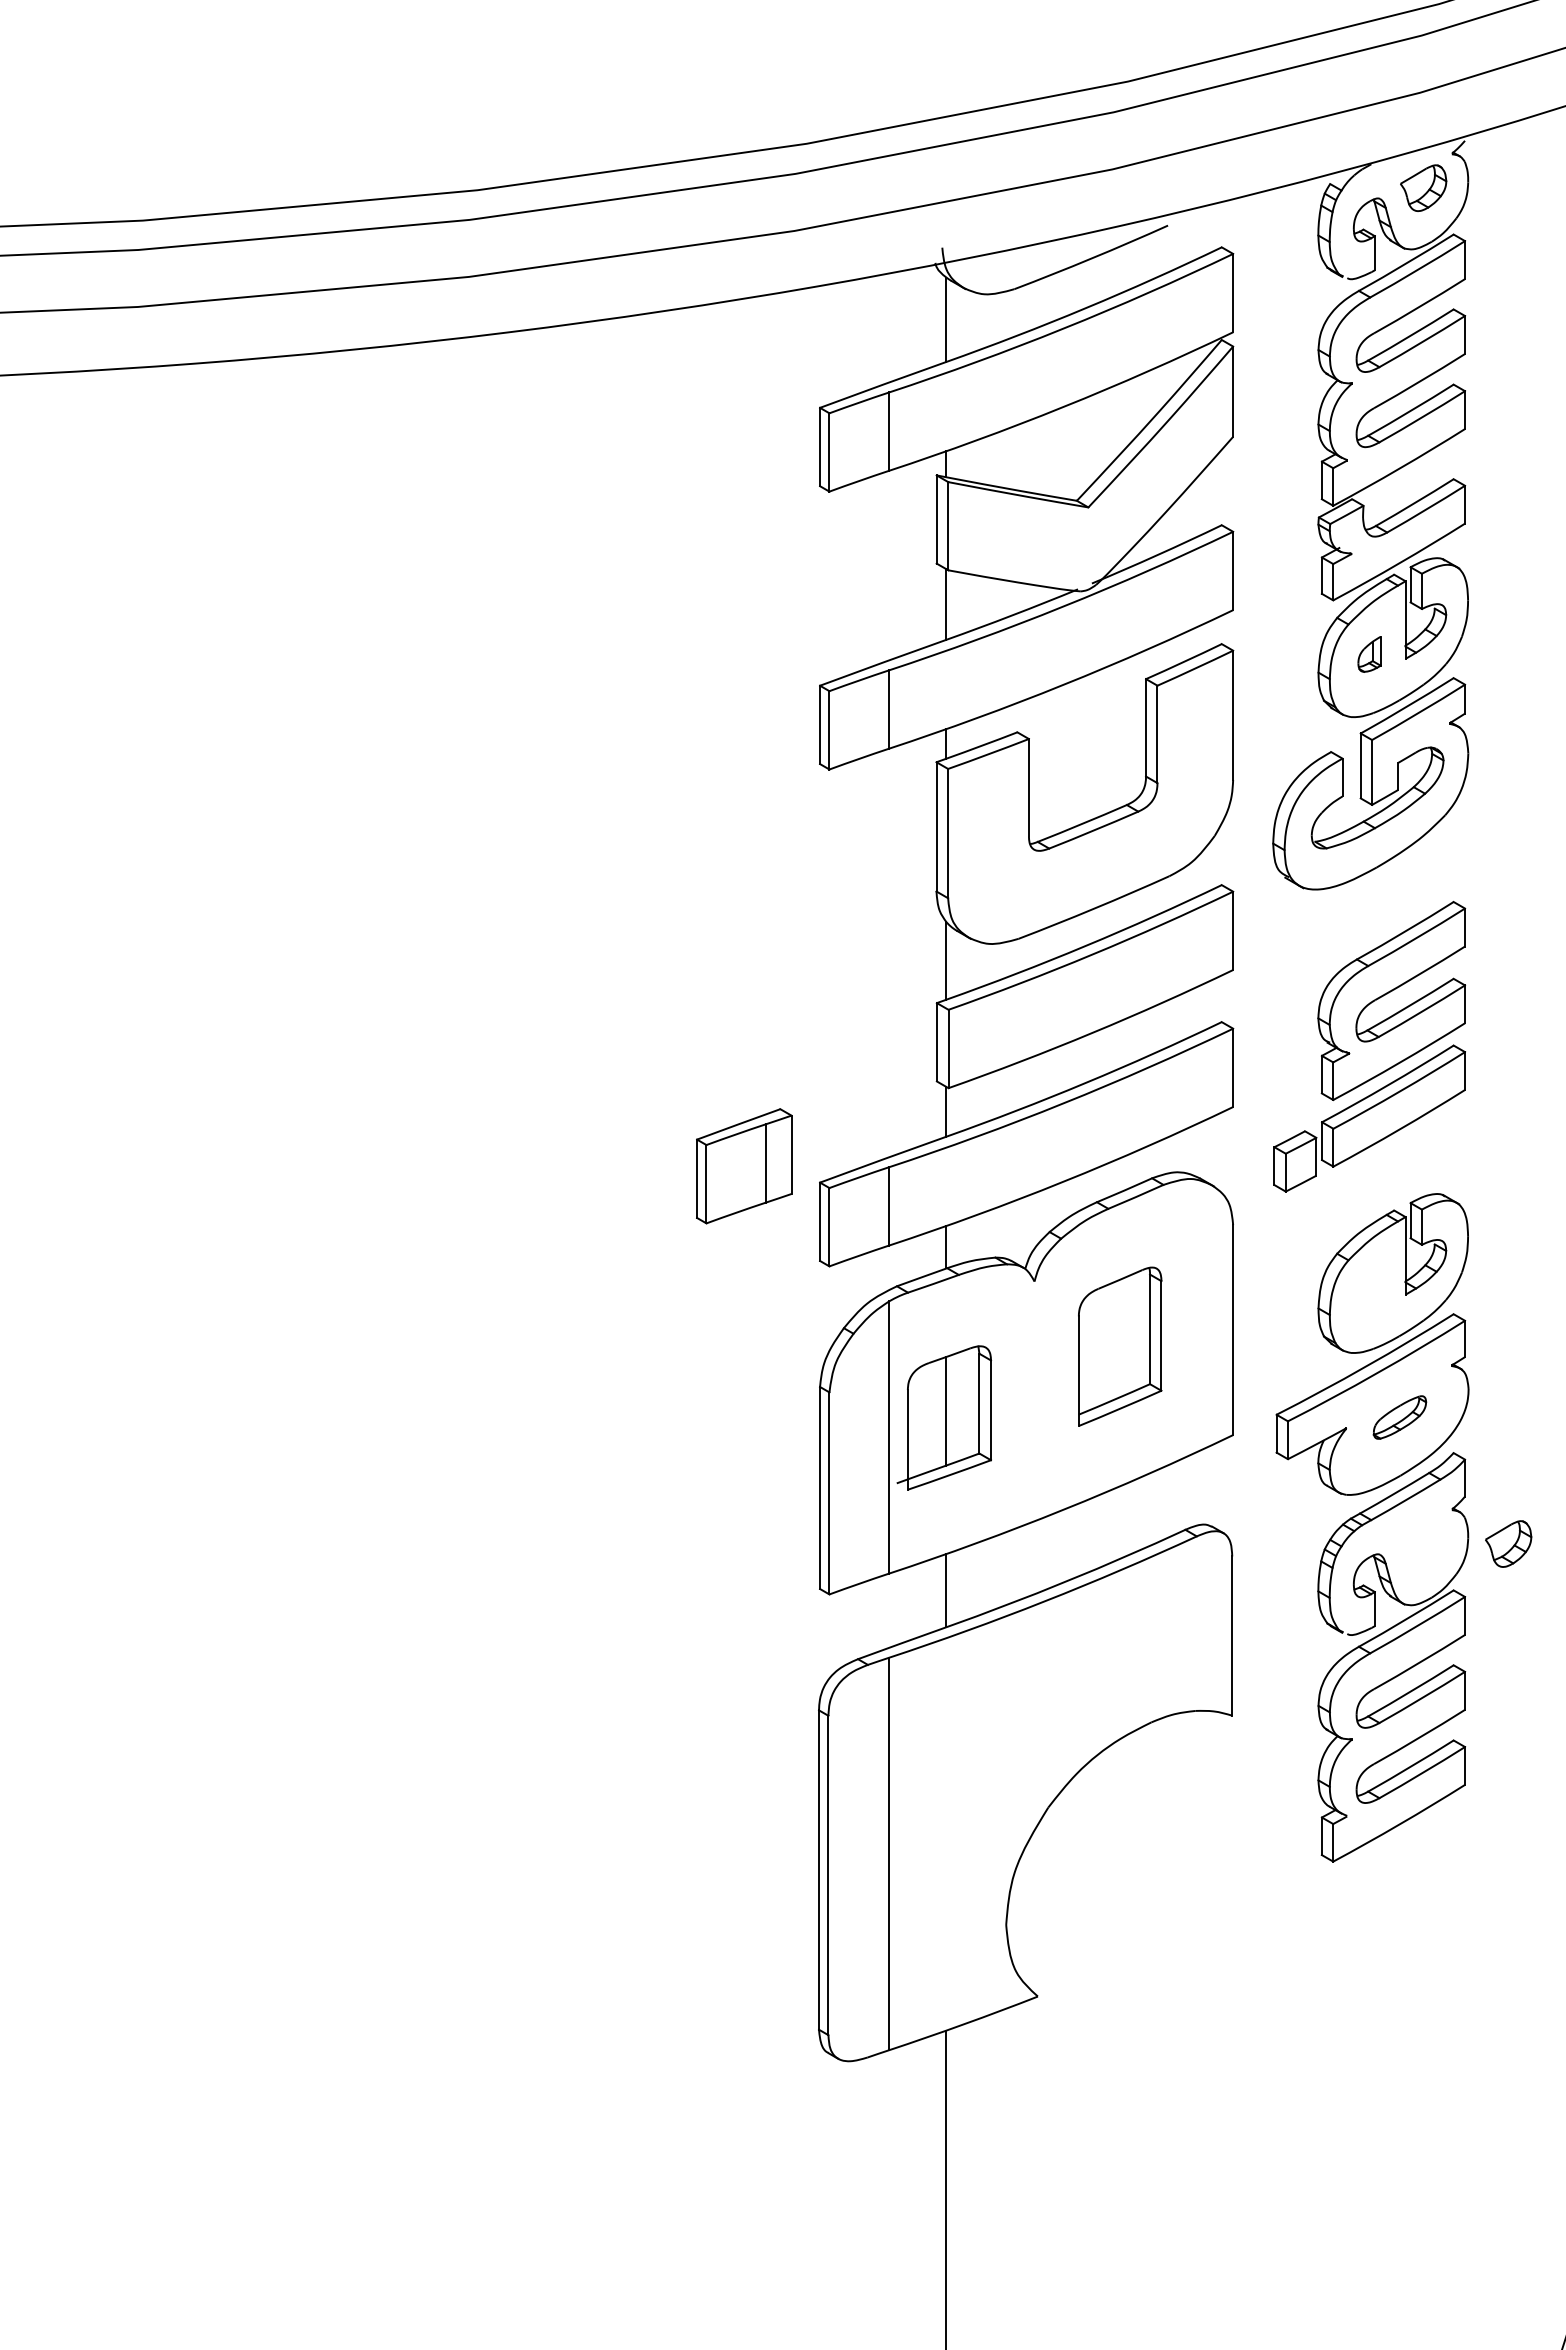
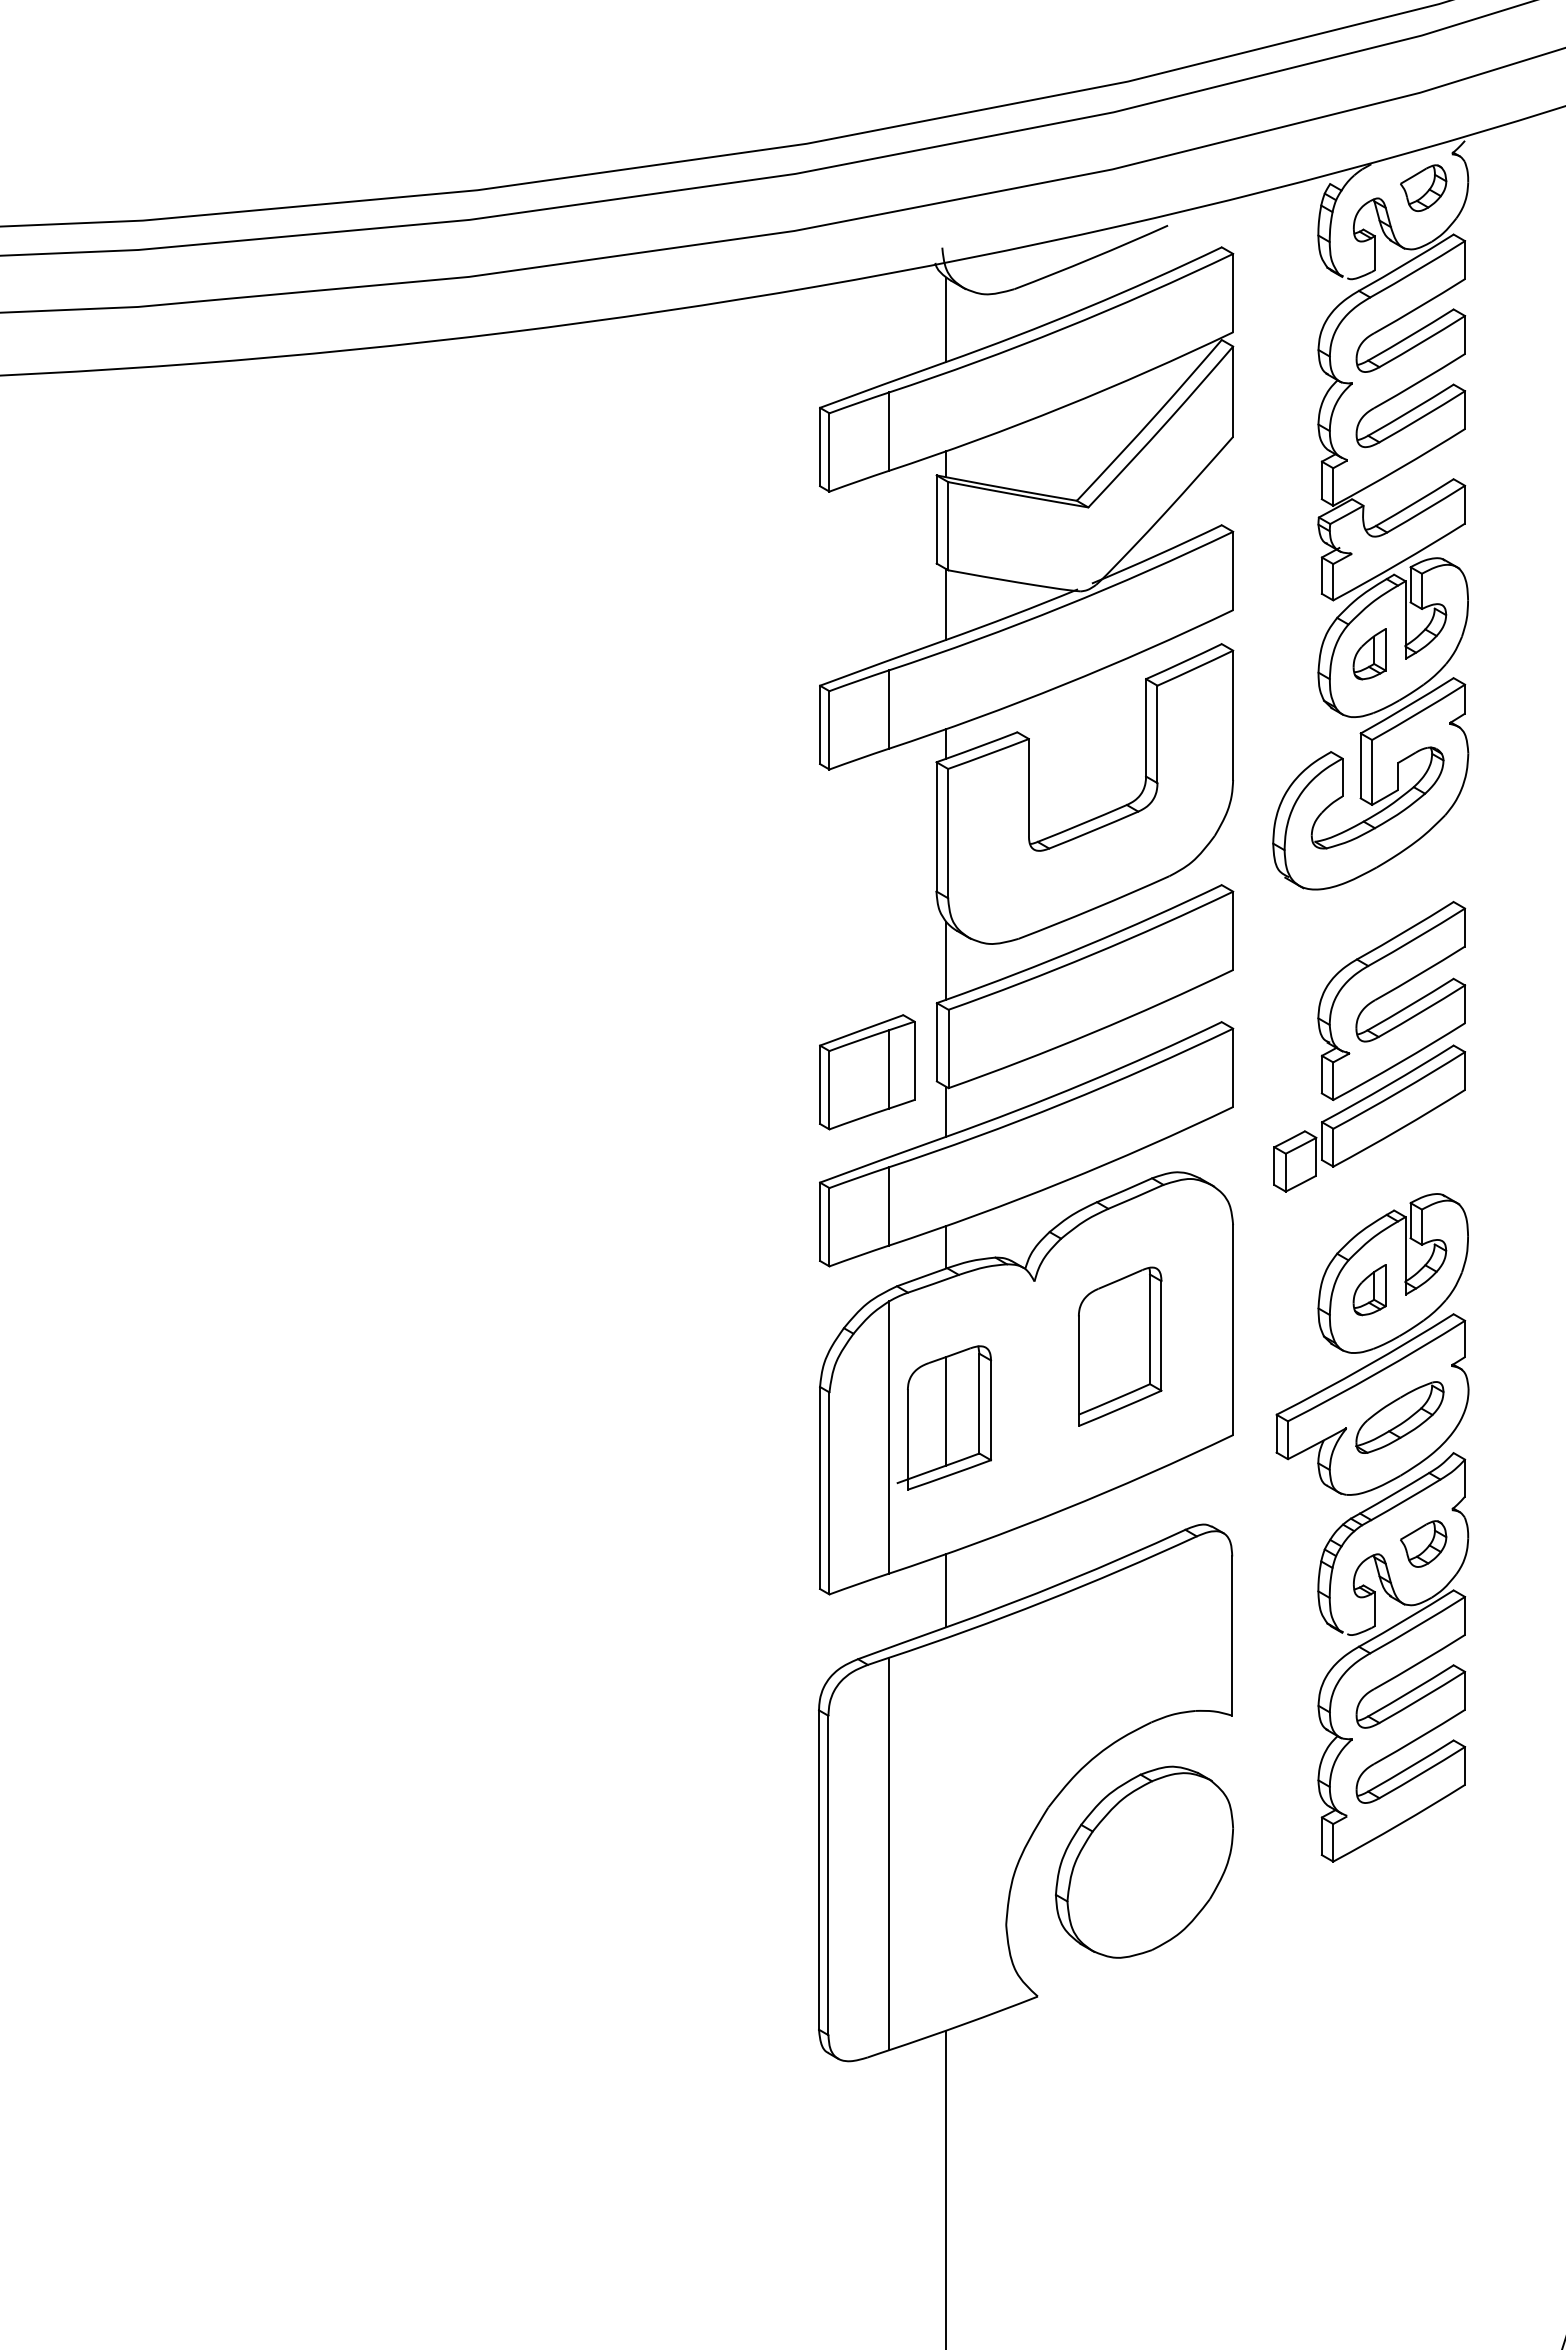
part at (1369, 654) size: 25x37 px -> 35x53 px
part at (744, 1166) position: (744, 1166) -> (867, 1072)
part at (1369, 1290): none -> present
part at (1399, 1417) size: 56x45 px -> 90x73 px
part at (1508, 1543) position: (1508, 1543) -> (1423, 1543)
part at (1144, 1861): none -> present
